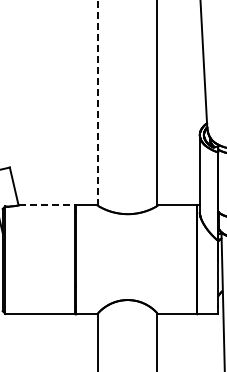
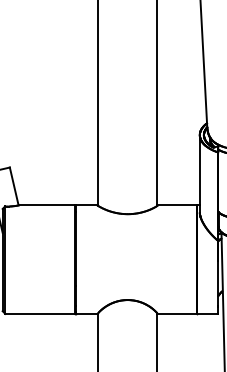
line at (97, 103): dashed -> solid
line at (47, 205): dashed -> solid
